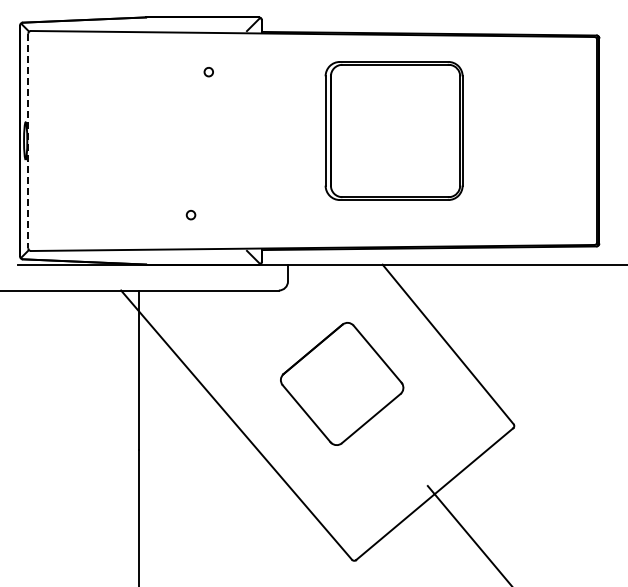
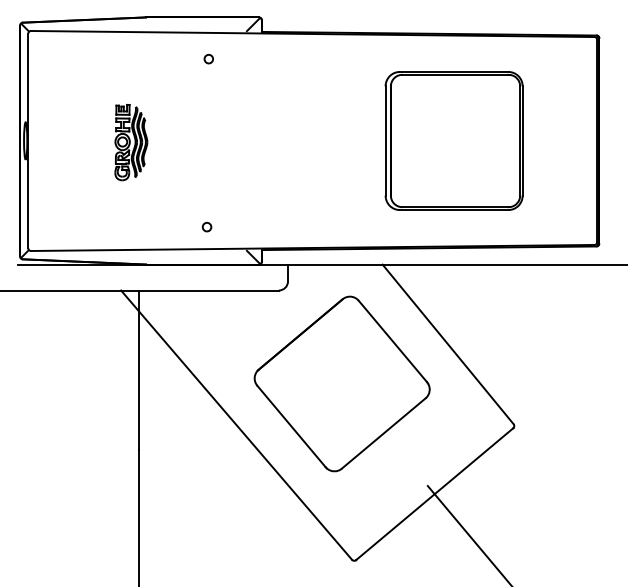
part at (208, 72) position: (208, 72) -> (208, 59)
part at (393, 130) position: (393, 130) -> (453, 140)
line at (28, 141): dashed -> solid
part at (131, 142): none -> present
part at (190, 215) position: (190, 215) -> (206, 227)
part at (342, 383) size: 125x124 px -> 178x178 px
